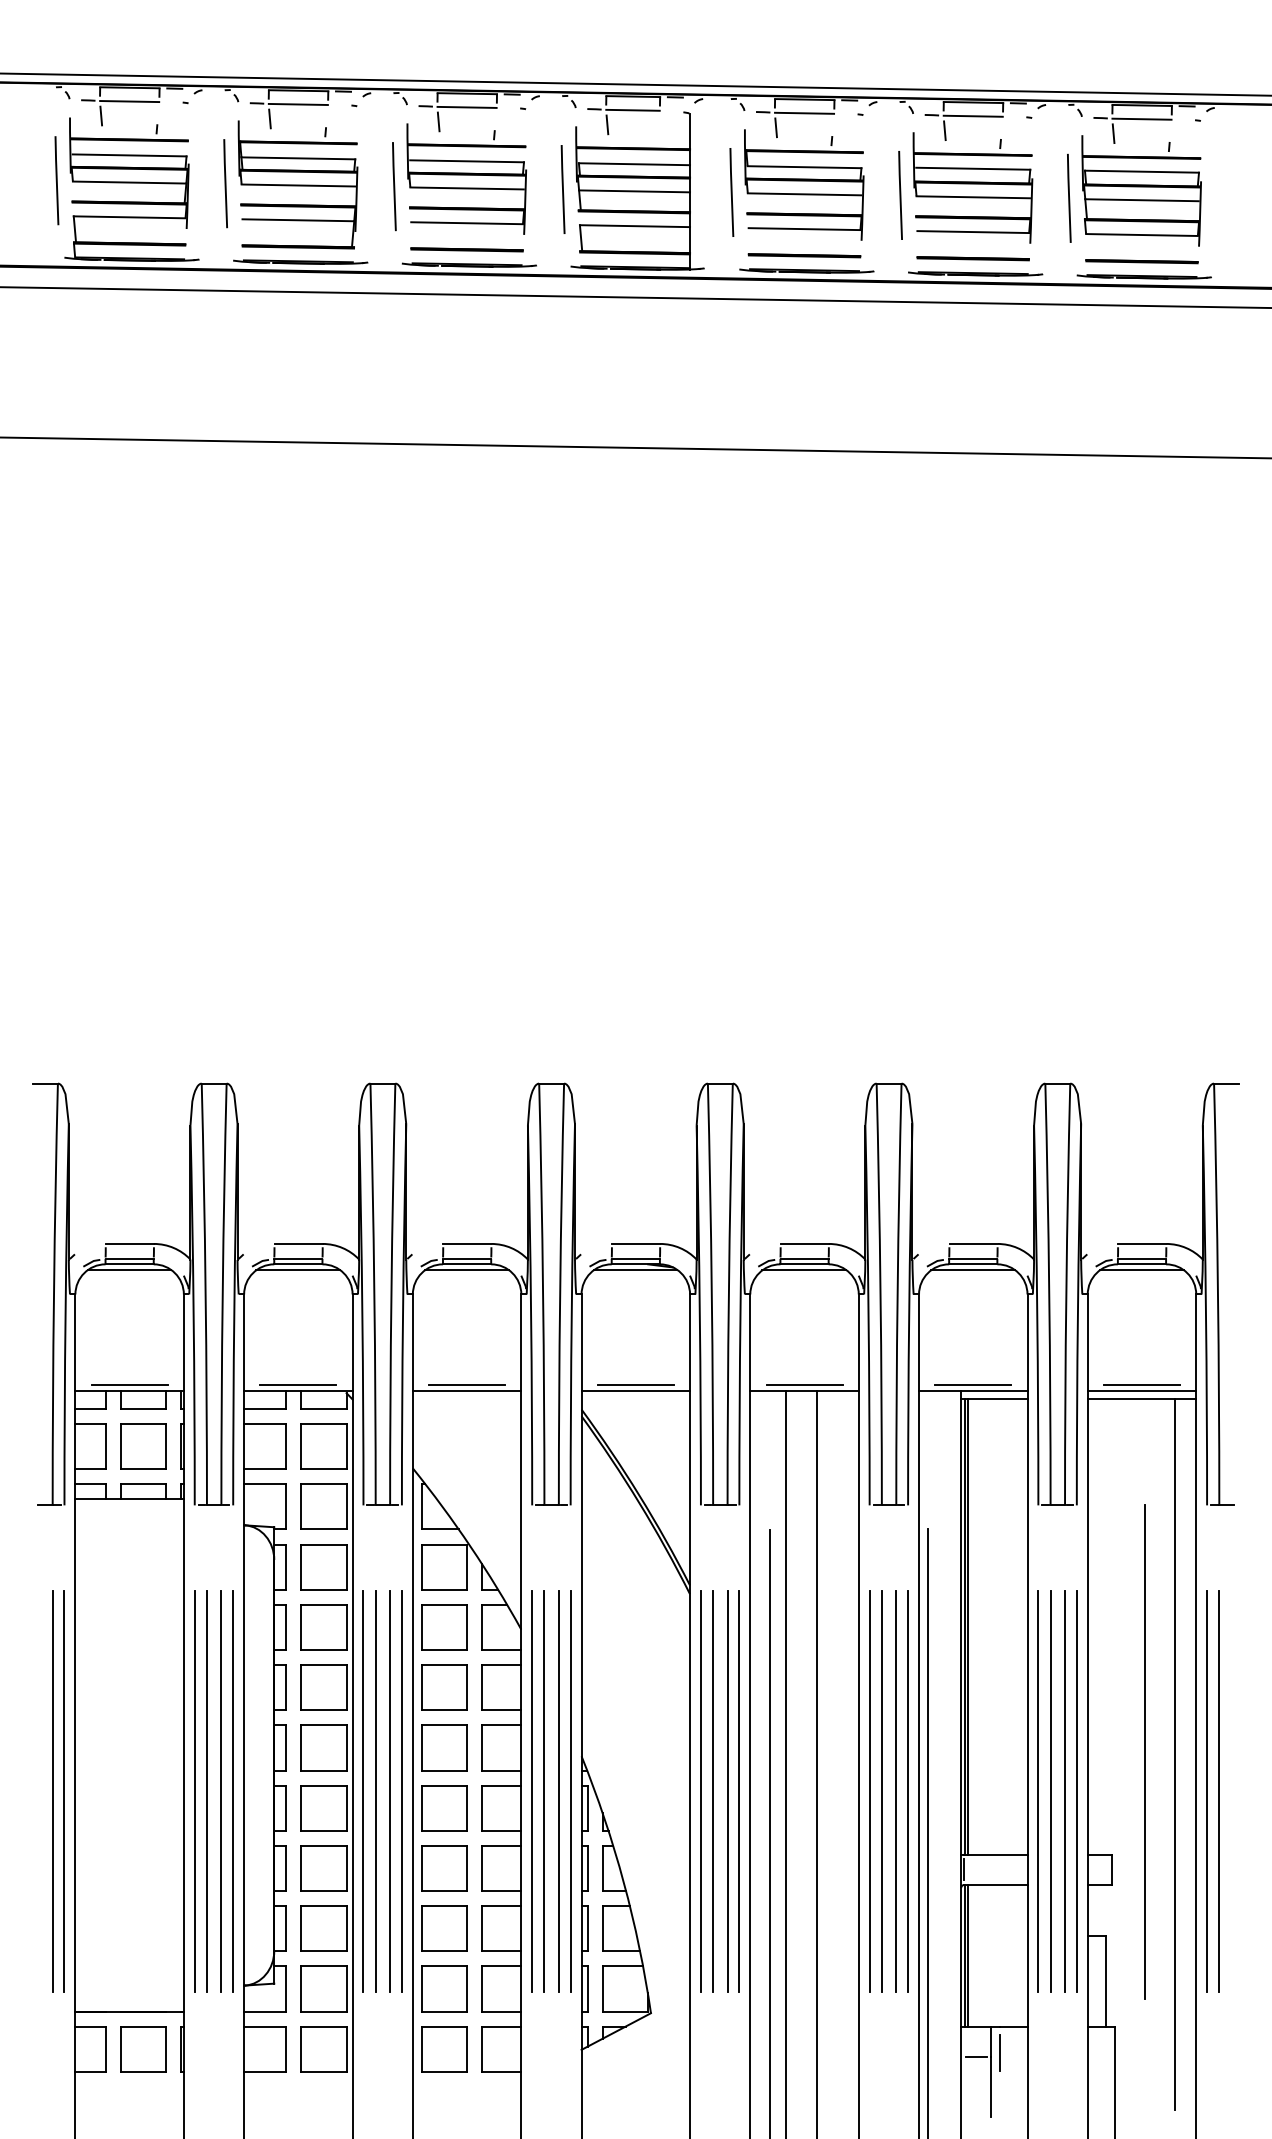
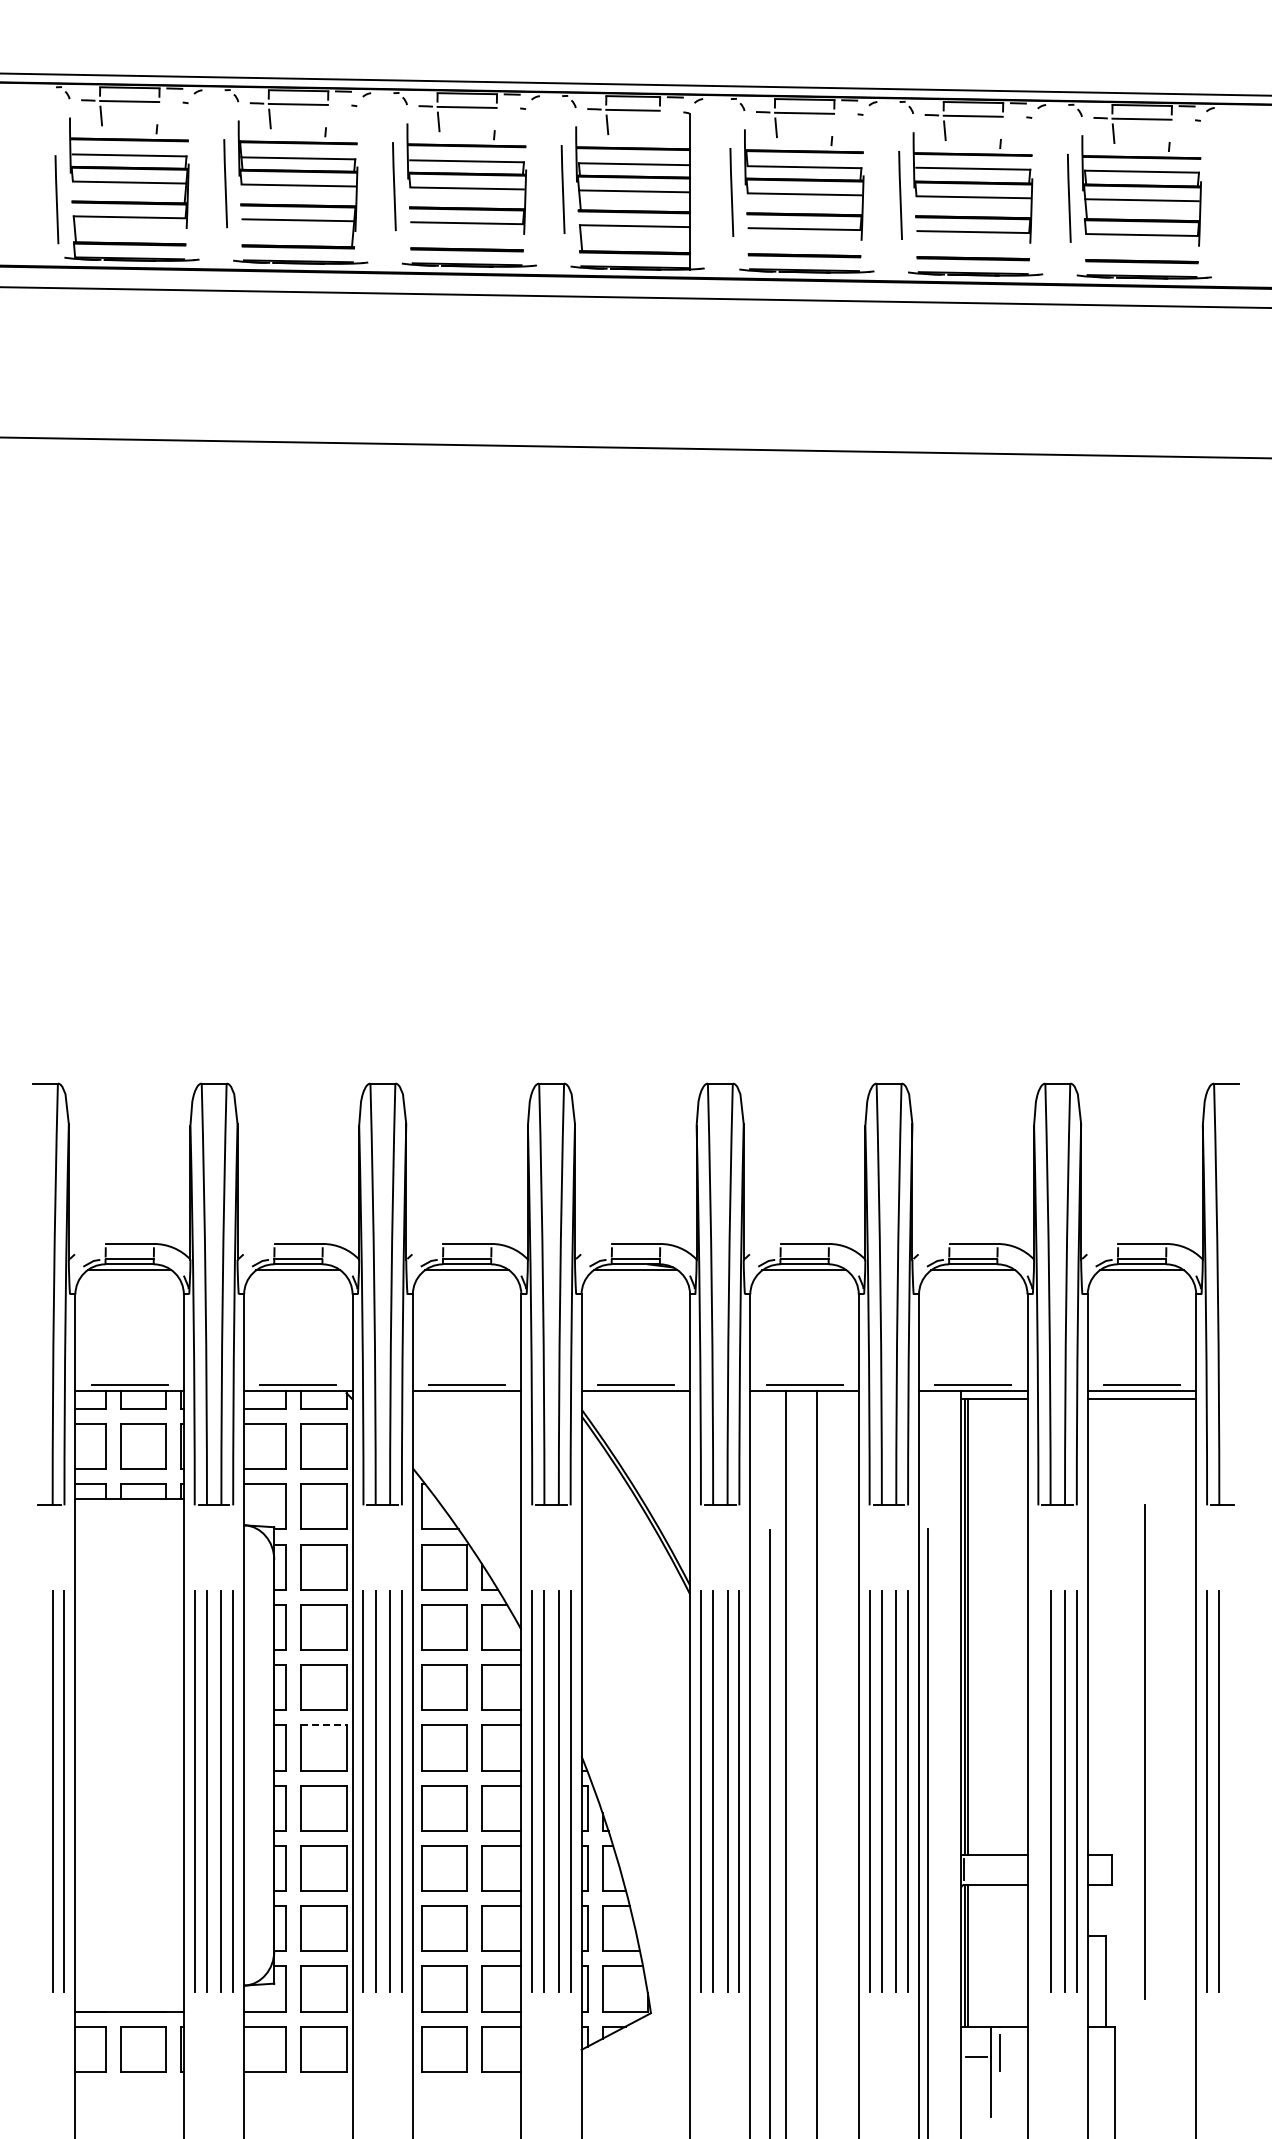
line at (56, 180) position: (56, 180) -> (56, 199)
line at (323, 1725): solid -> dashed
line at (1175, 1754): present -> none
line at (1038, 1791): present -> none
